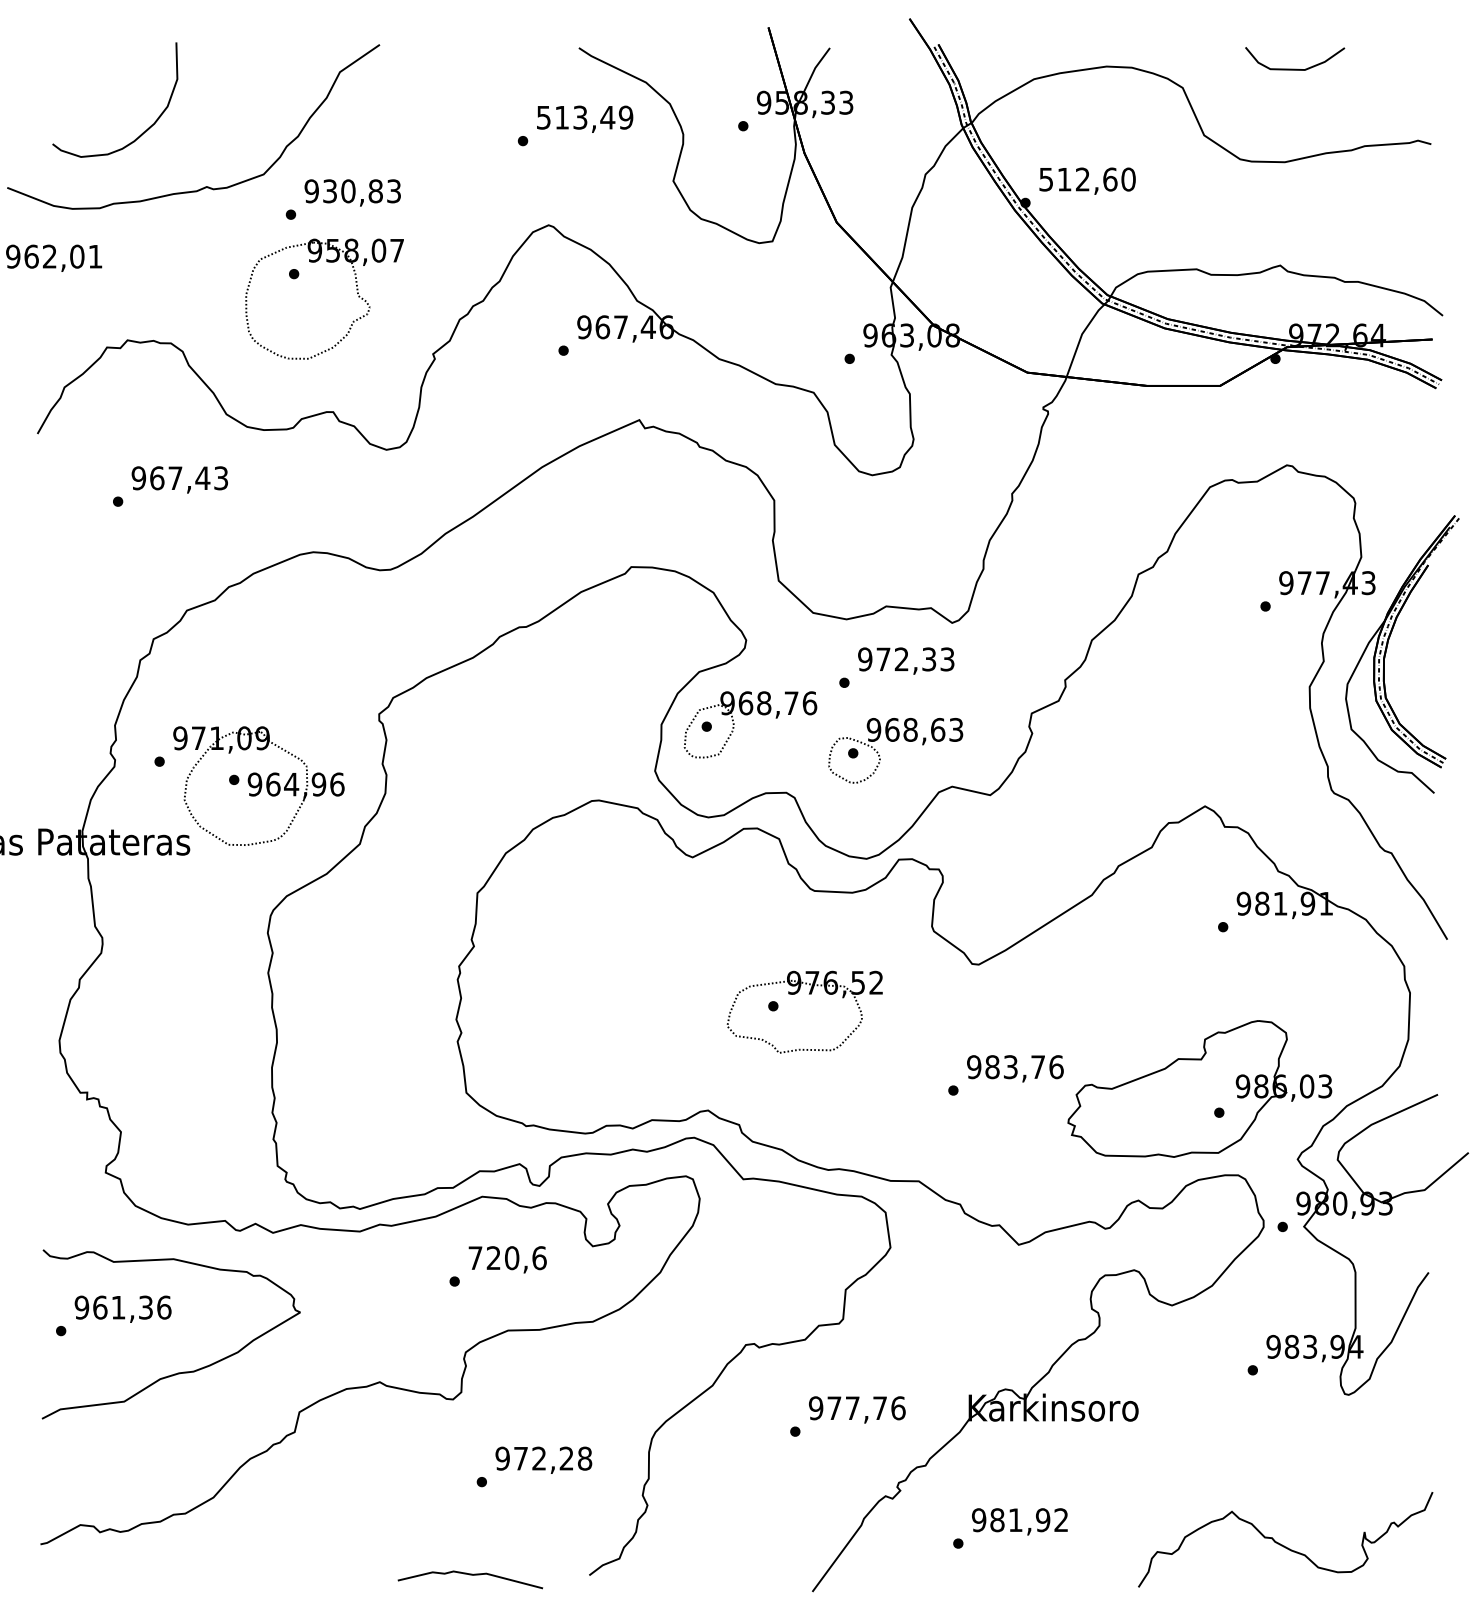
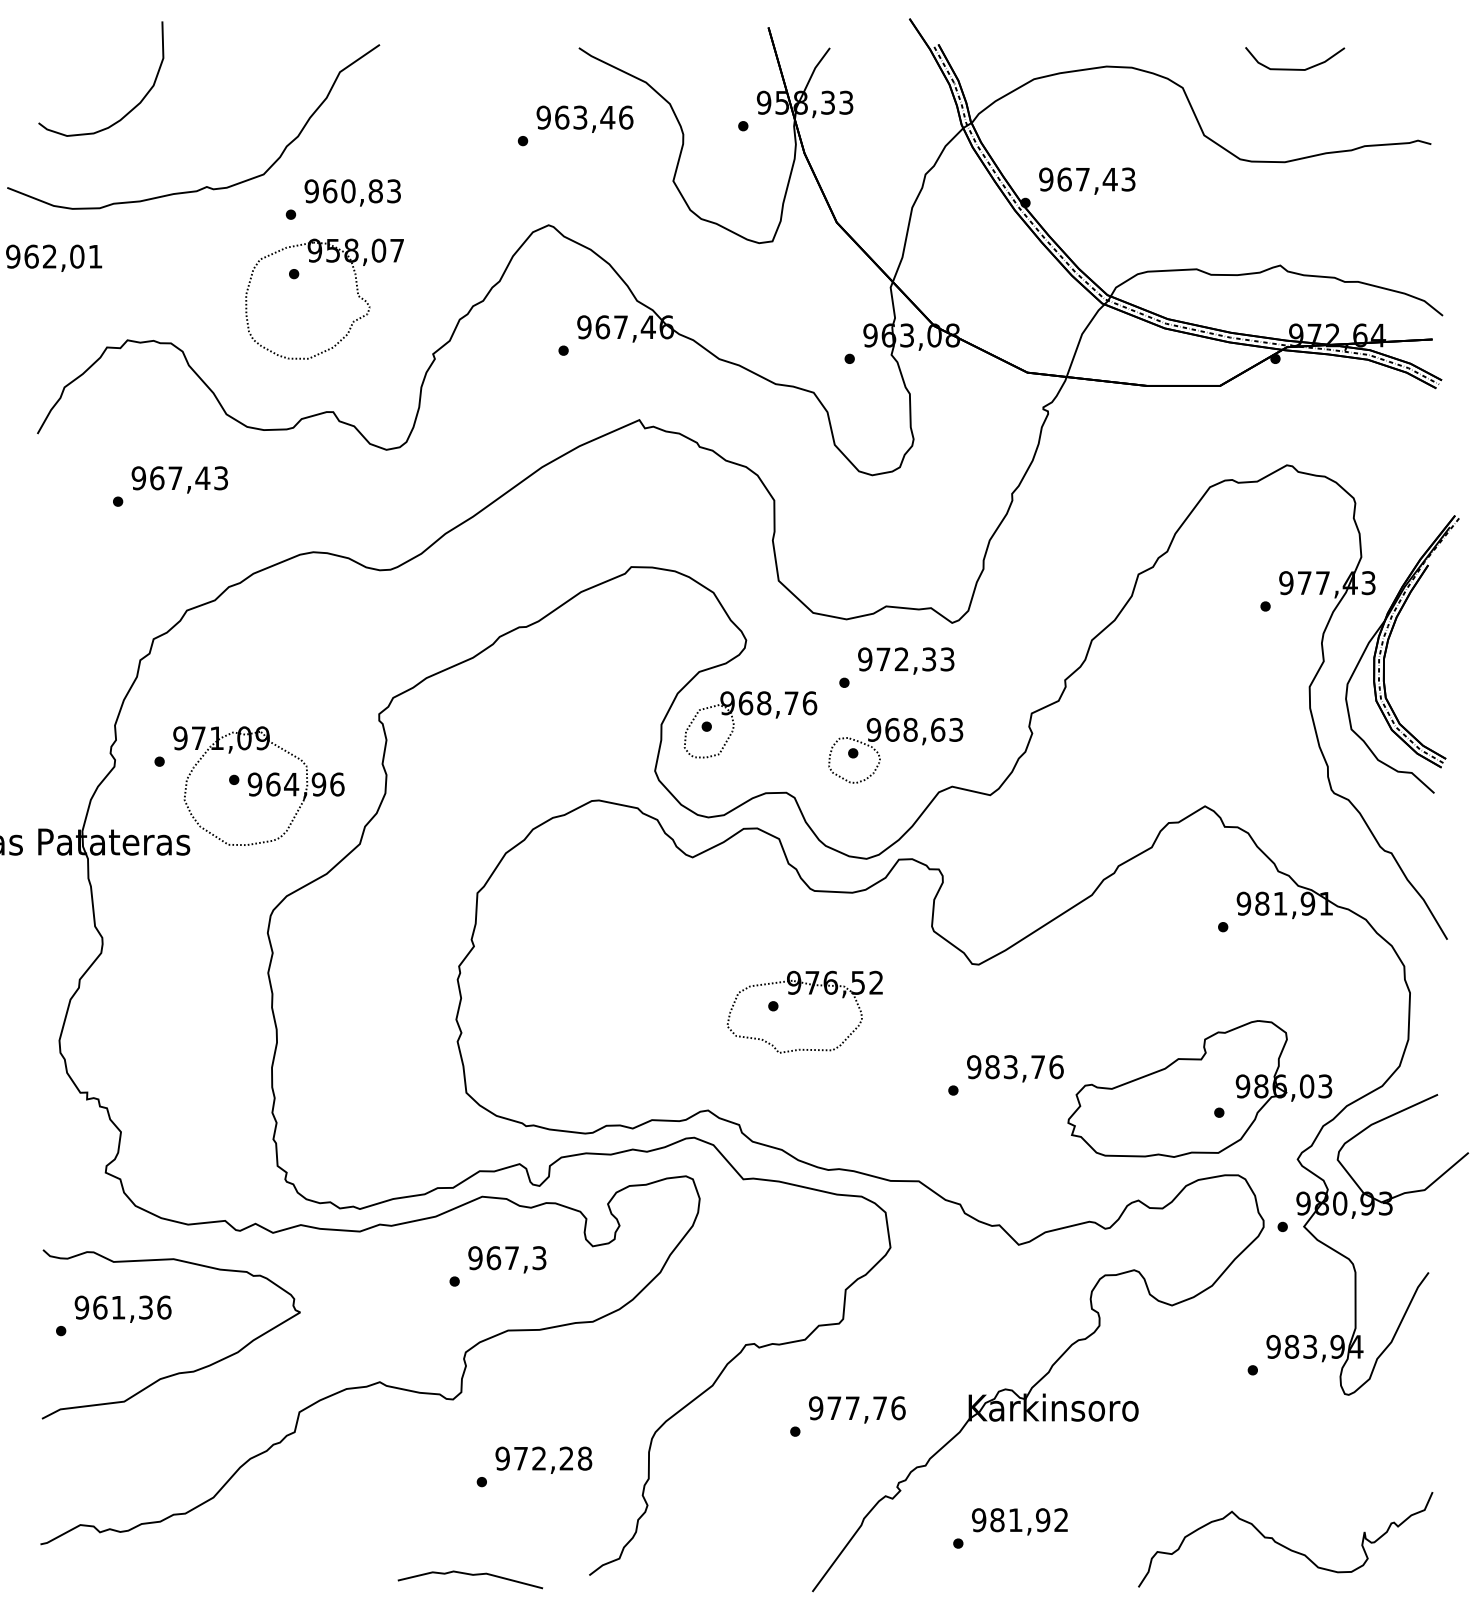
text at (584, 117): 513,49 -> 963,46
curve at (142, 132) position: (142, 132) -> (128, 111)
text at (1087, 179): 512,60 -> 967,43
text at (330, 191): 930,83 -> 960,83
text at (507, 1258): 720,6 -> 967,3
